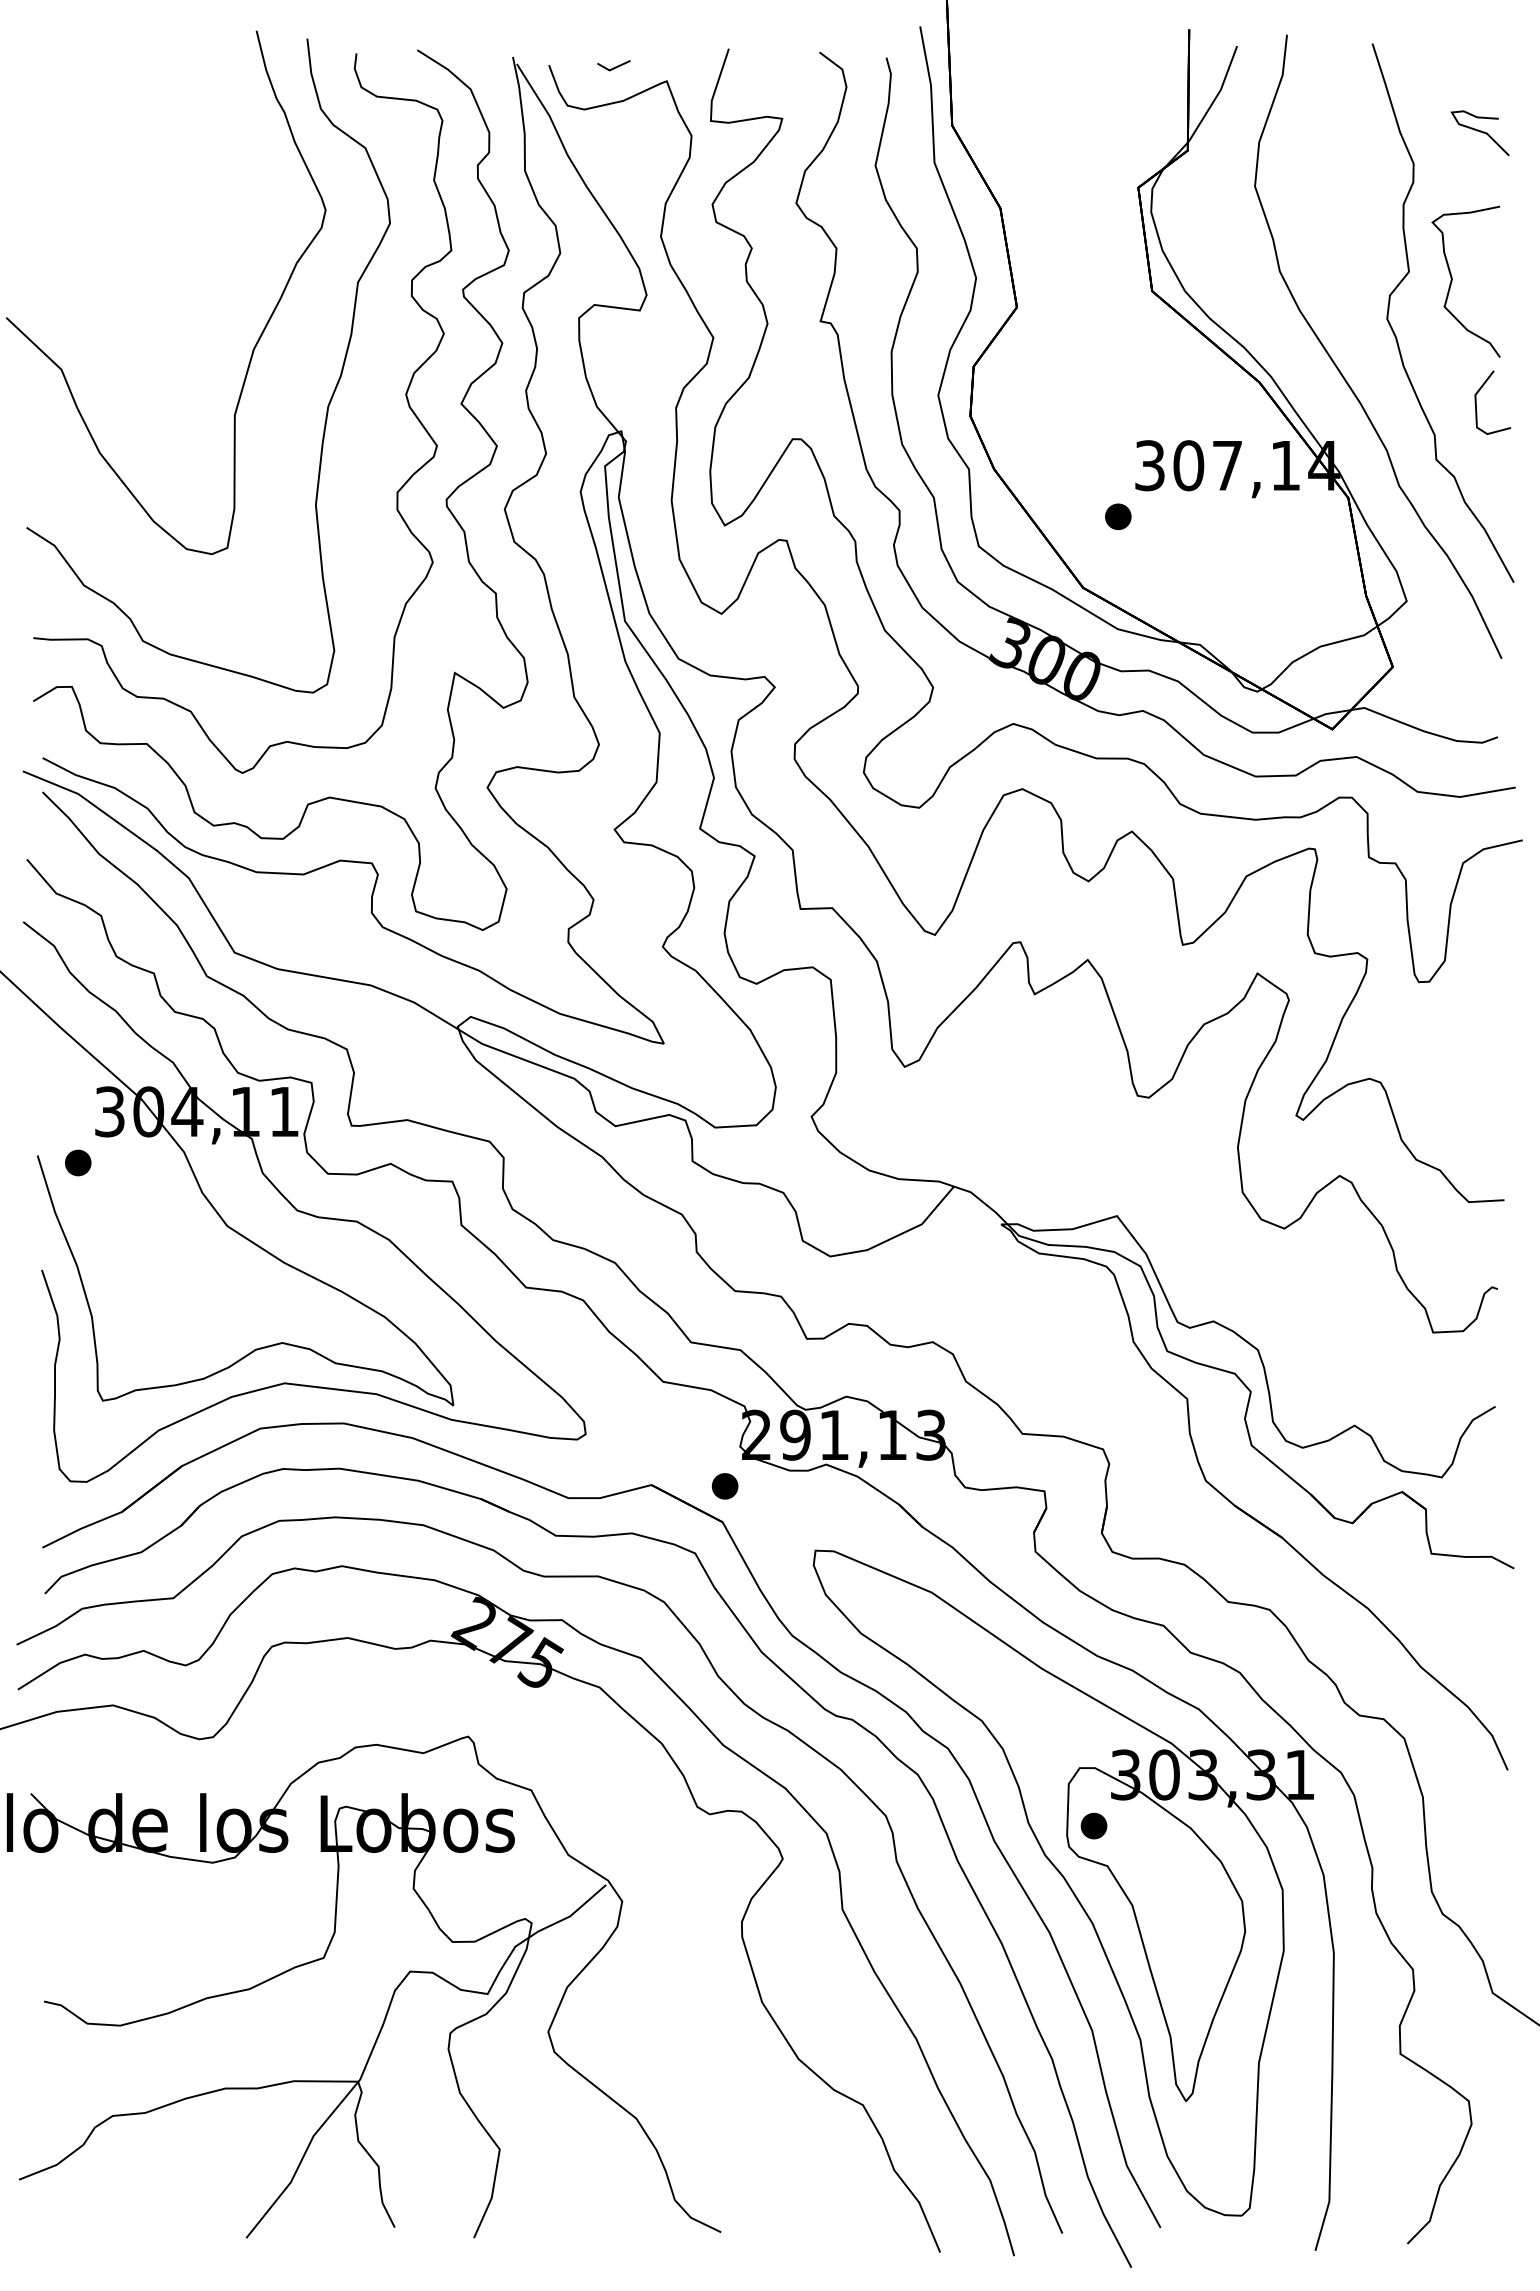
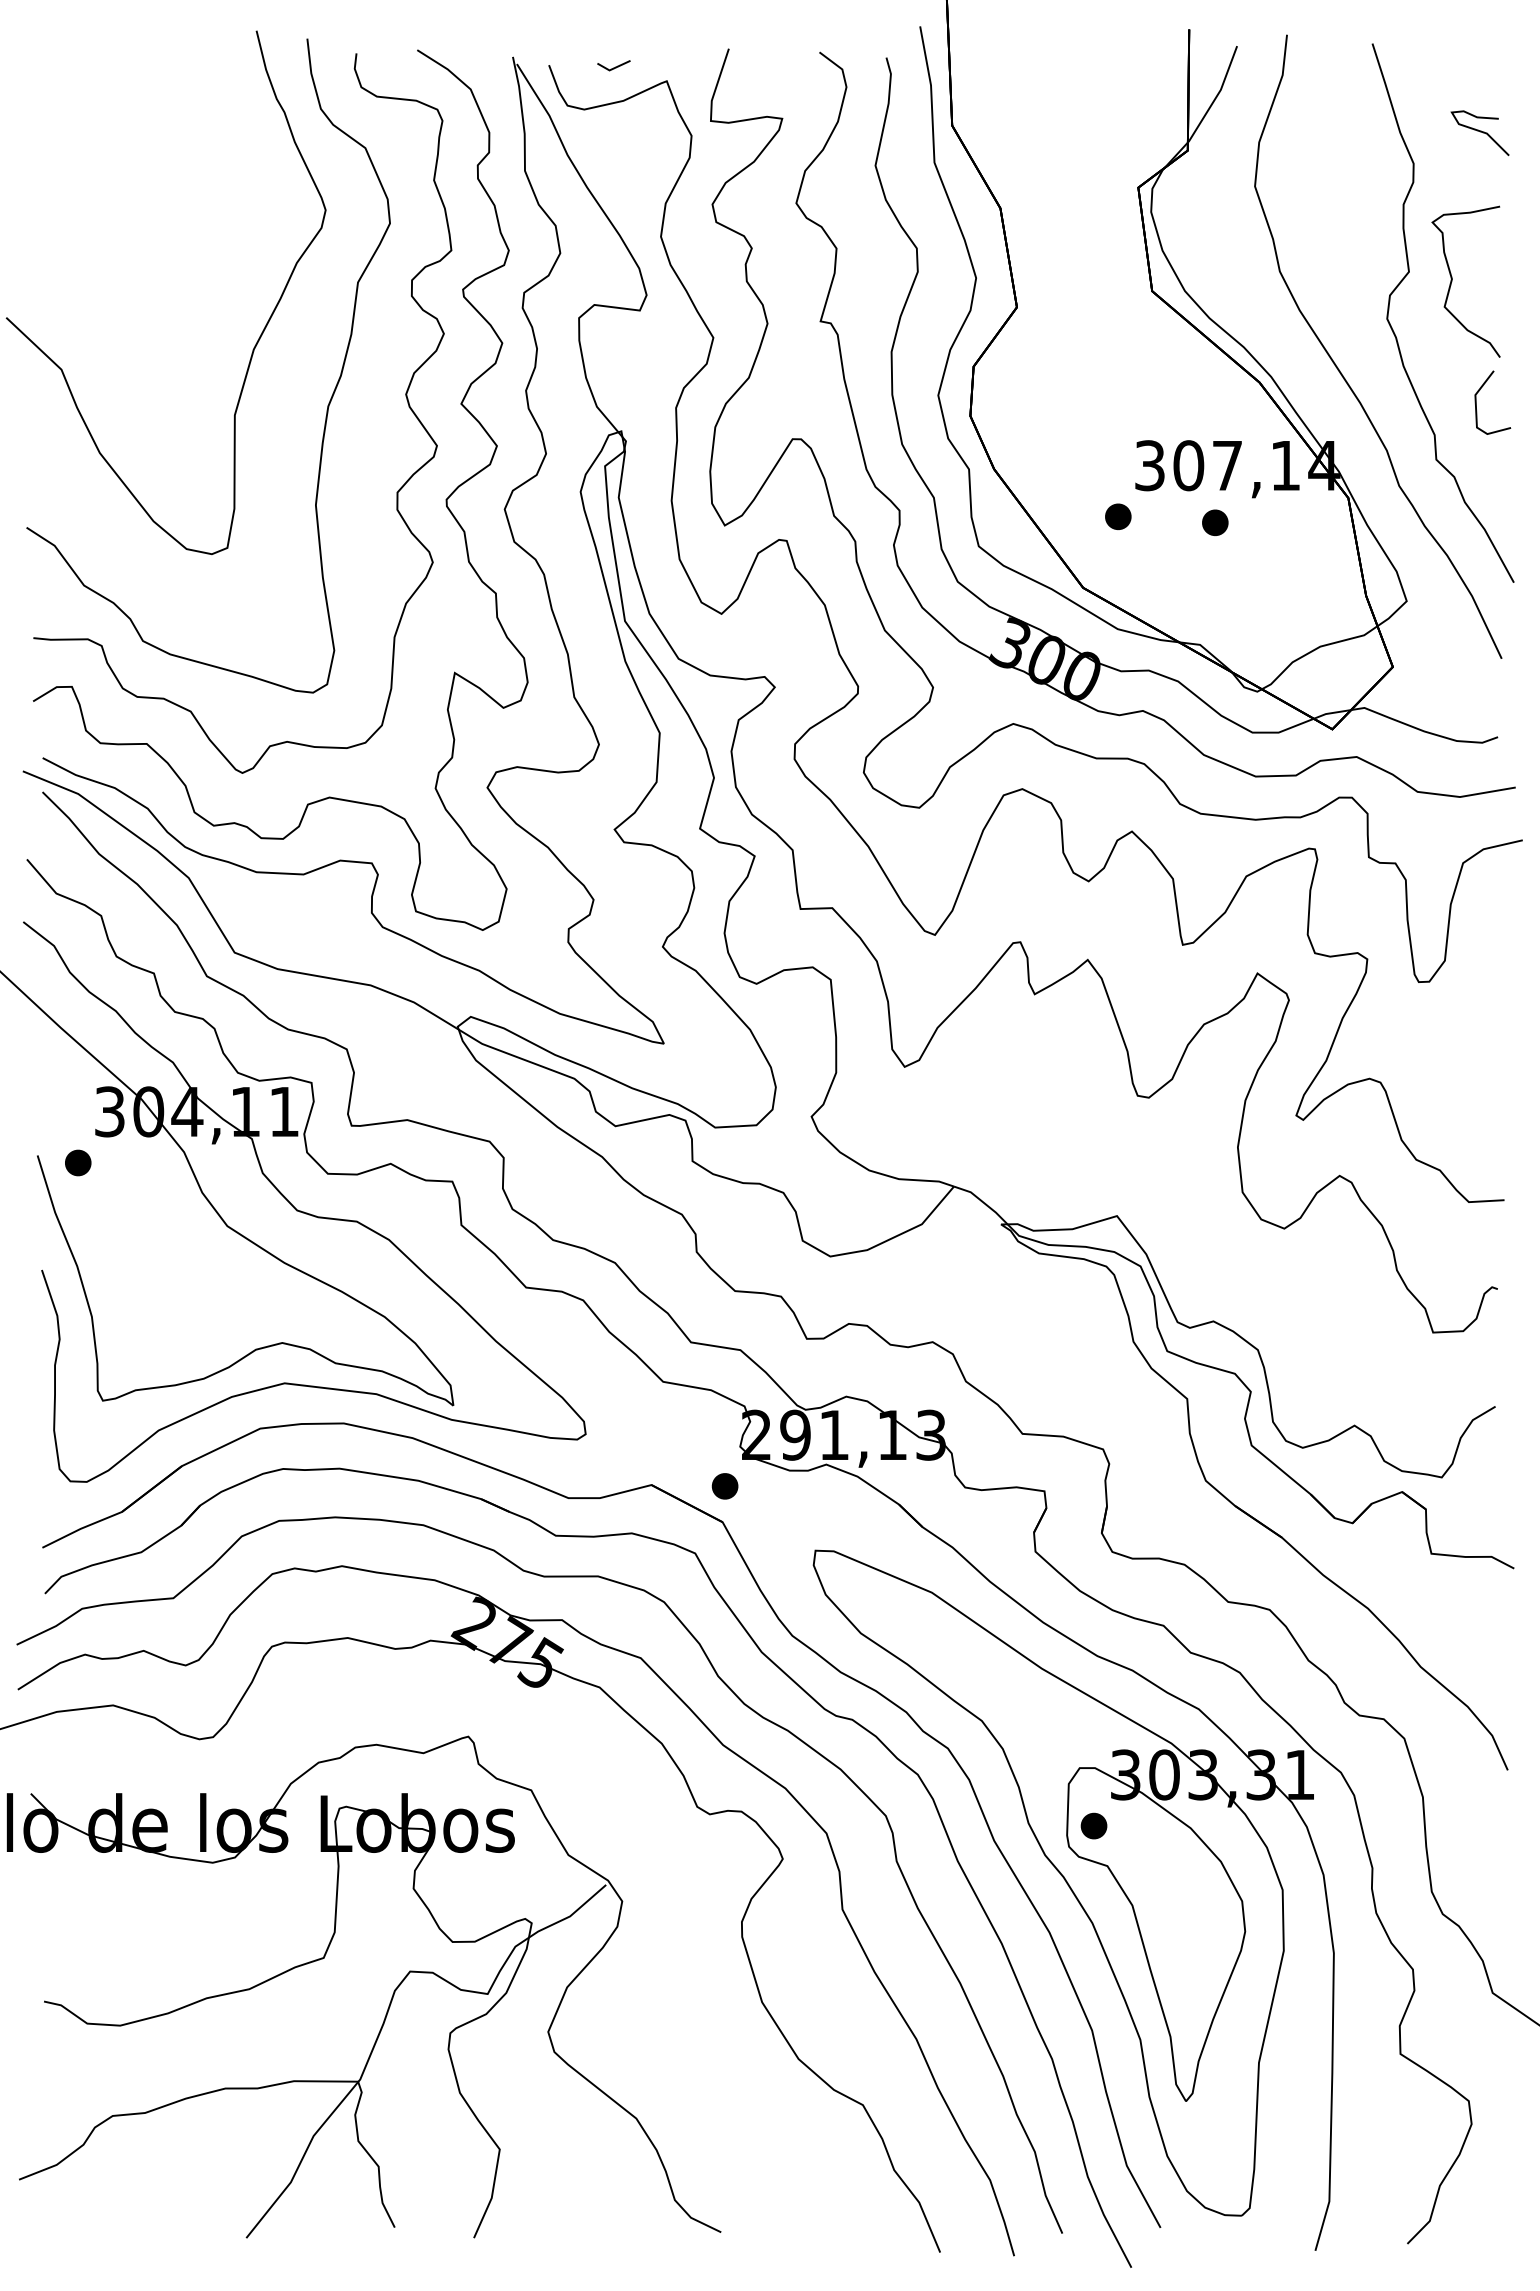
part at (1215, 522): none -> present
